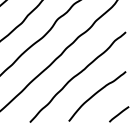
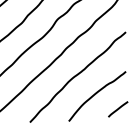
line at (119, 114) position: (119, 114) -> (118, 109)
